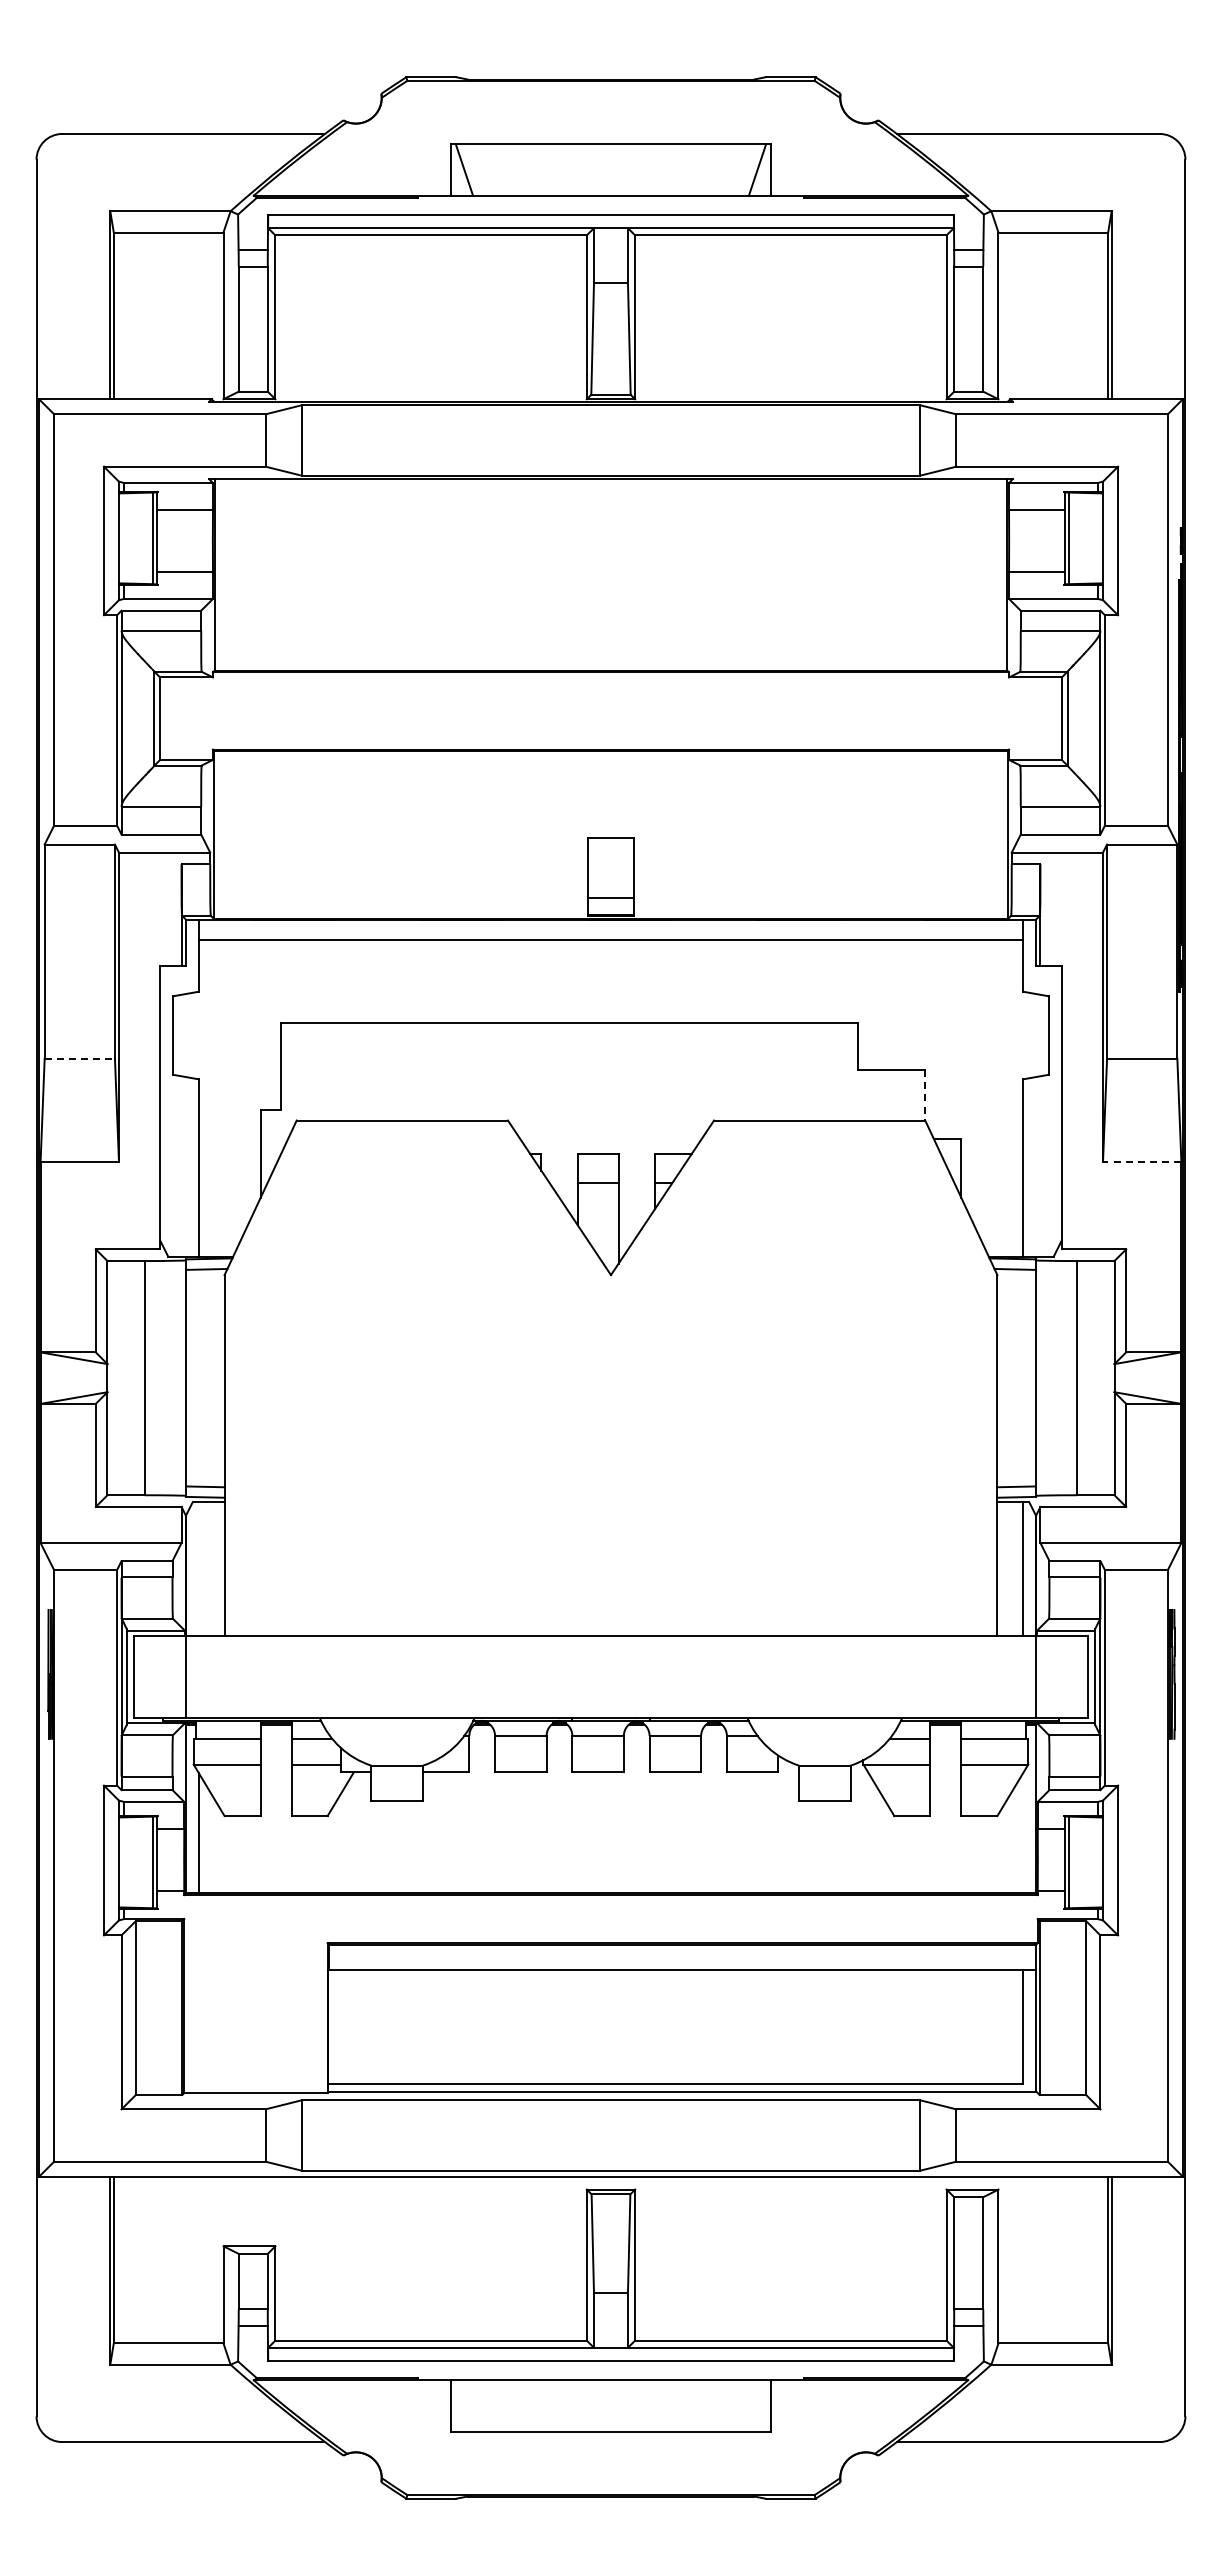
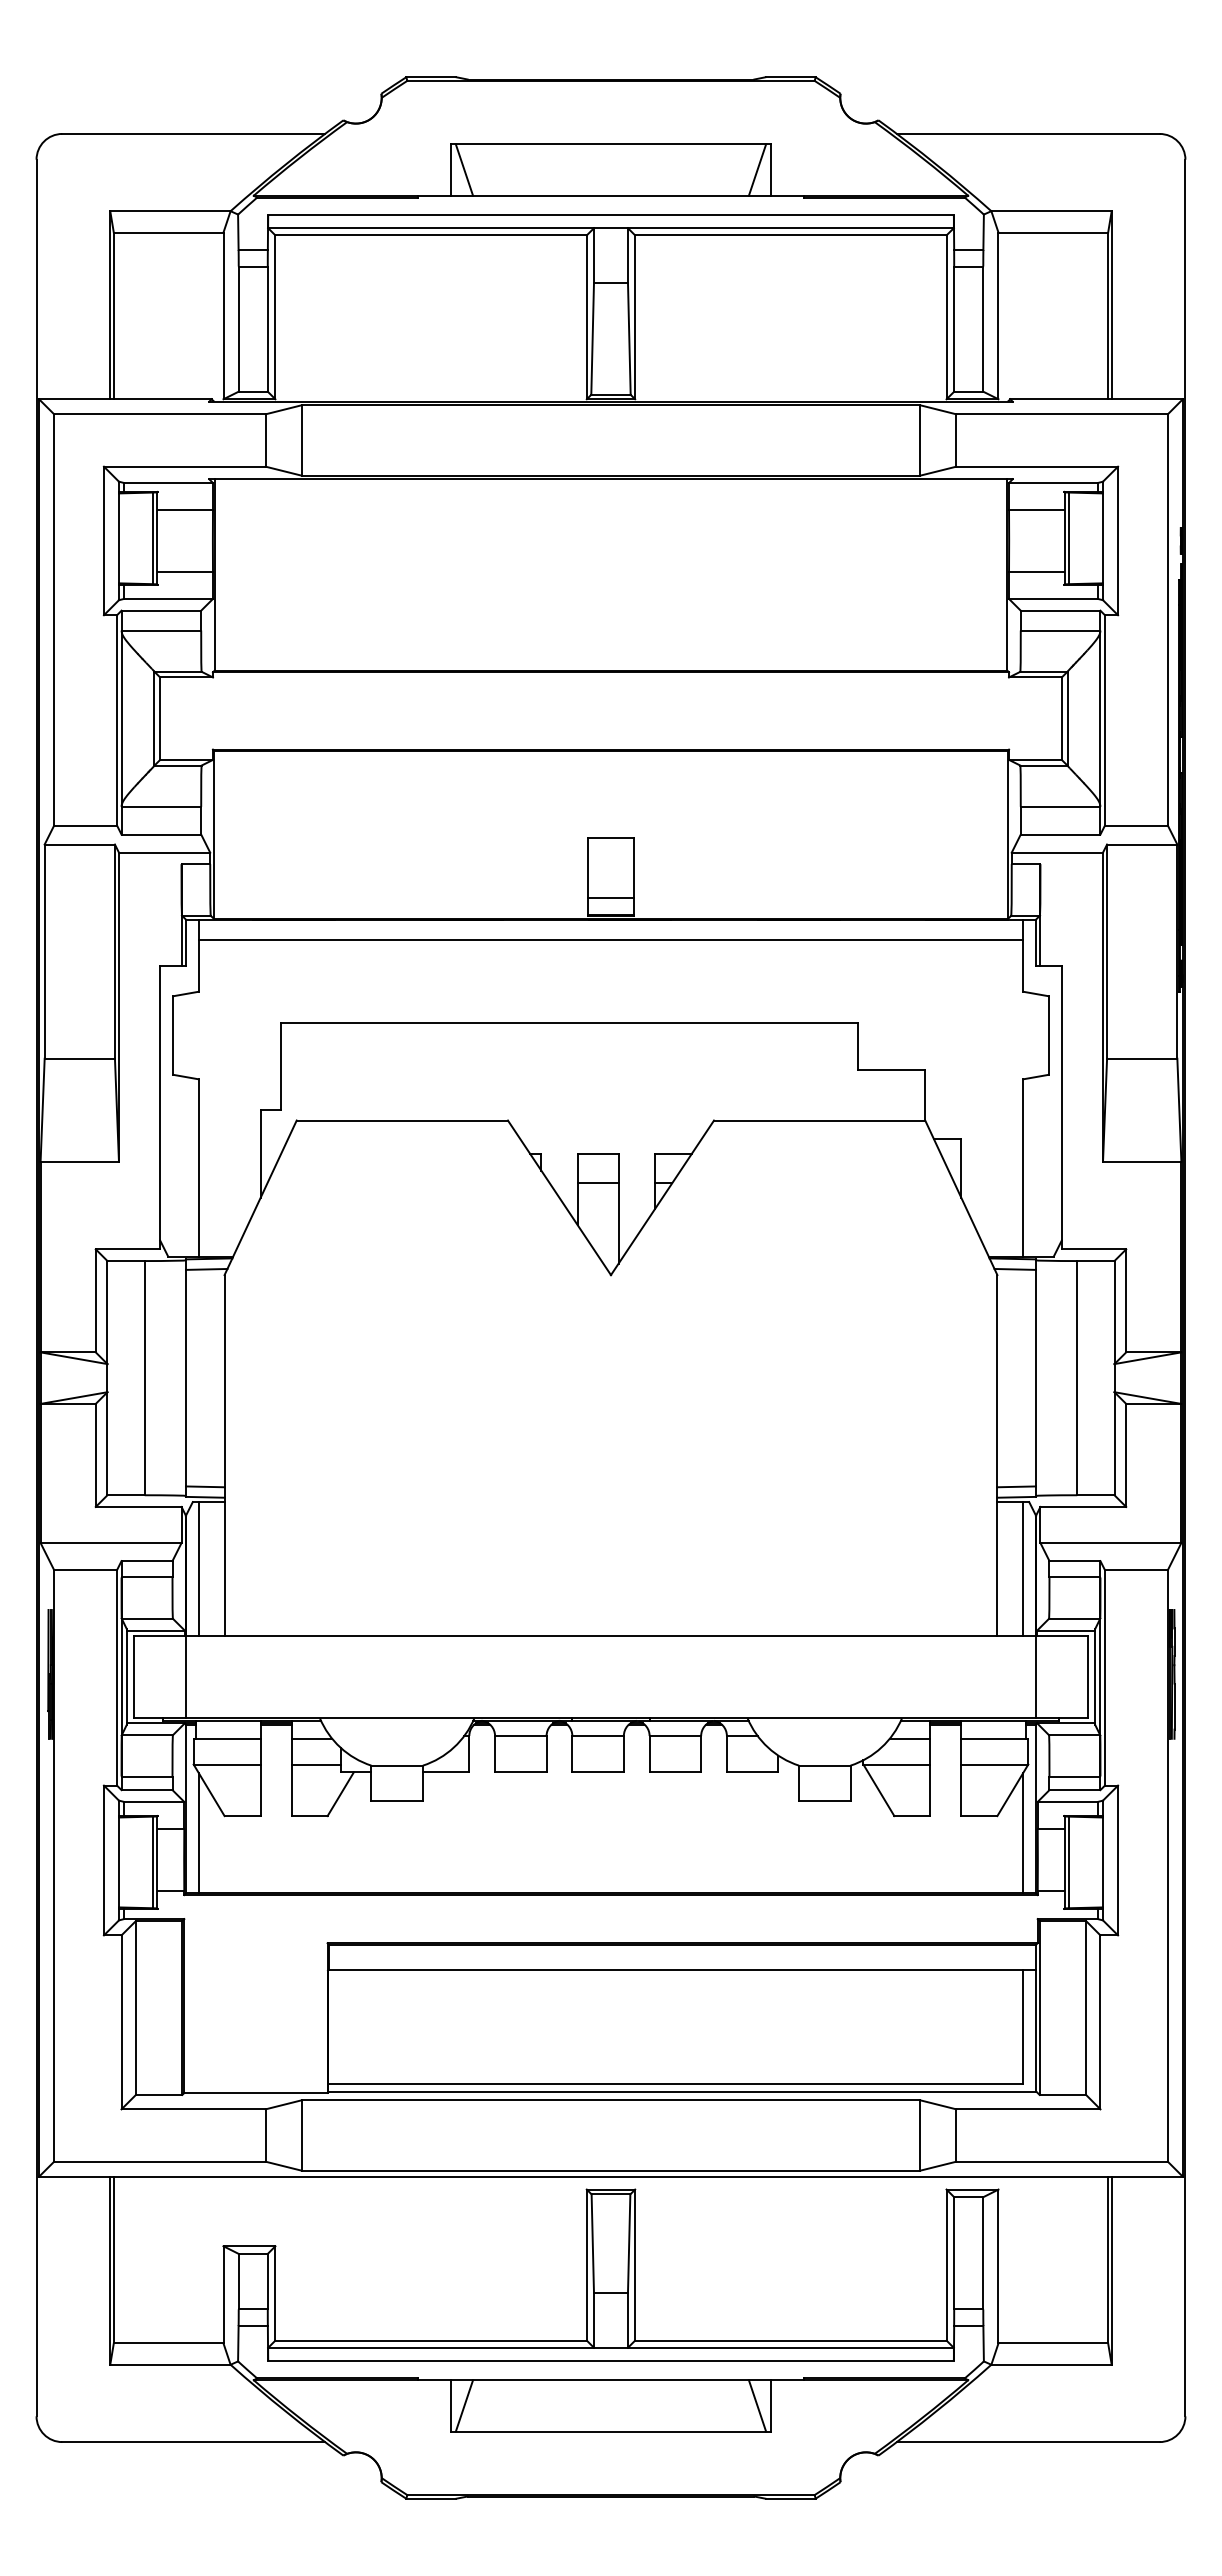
line at (80, 1058): dashed -> solid
line at (925, 1095): dashed -> solid
line at (1141, 1161): dashed -> solid
line at (198, 1568): none -> present
line at (1023, 1833): none -> present
line at (464, 2405): none -> present
line at (757, 2405): none -> present
